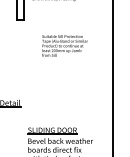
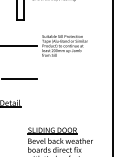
line at (19, 45): none -> present
line at (19, 79): none -> present
